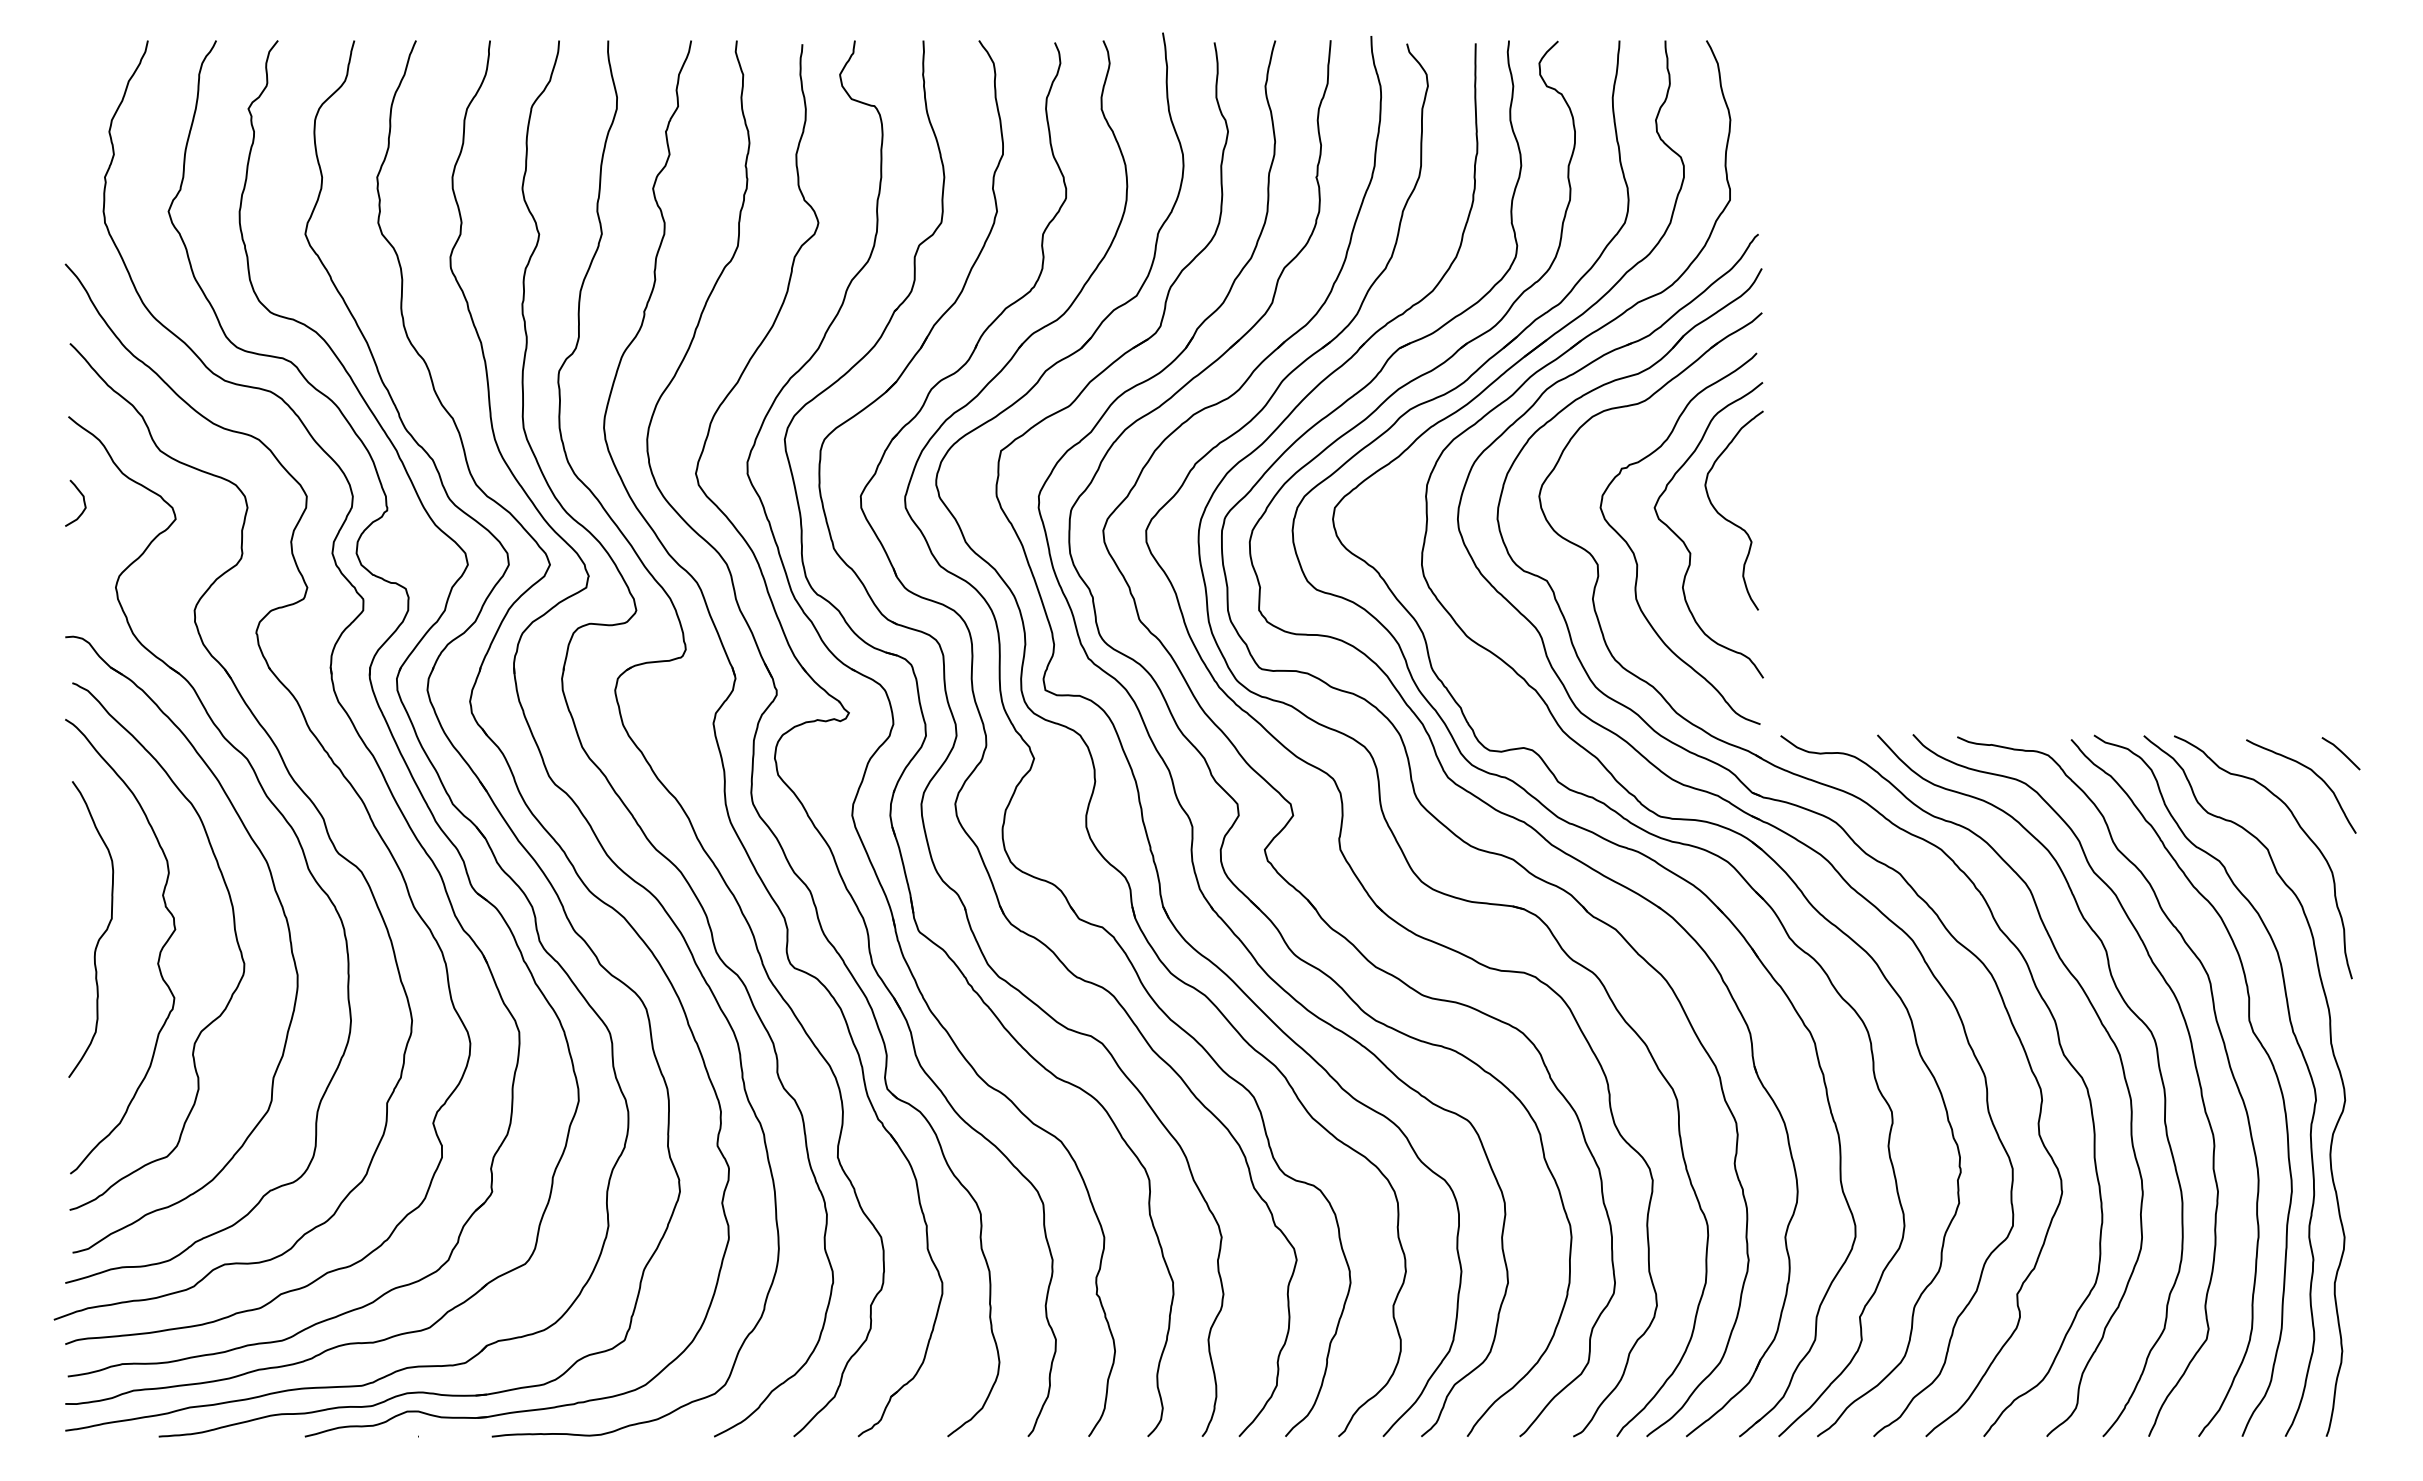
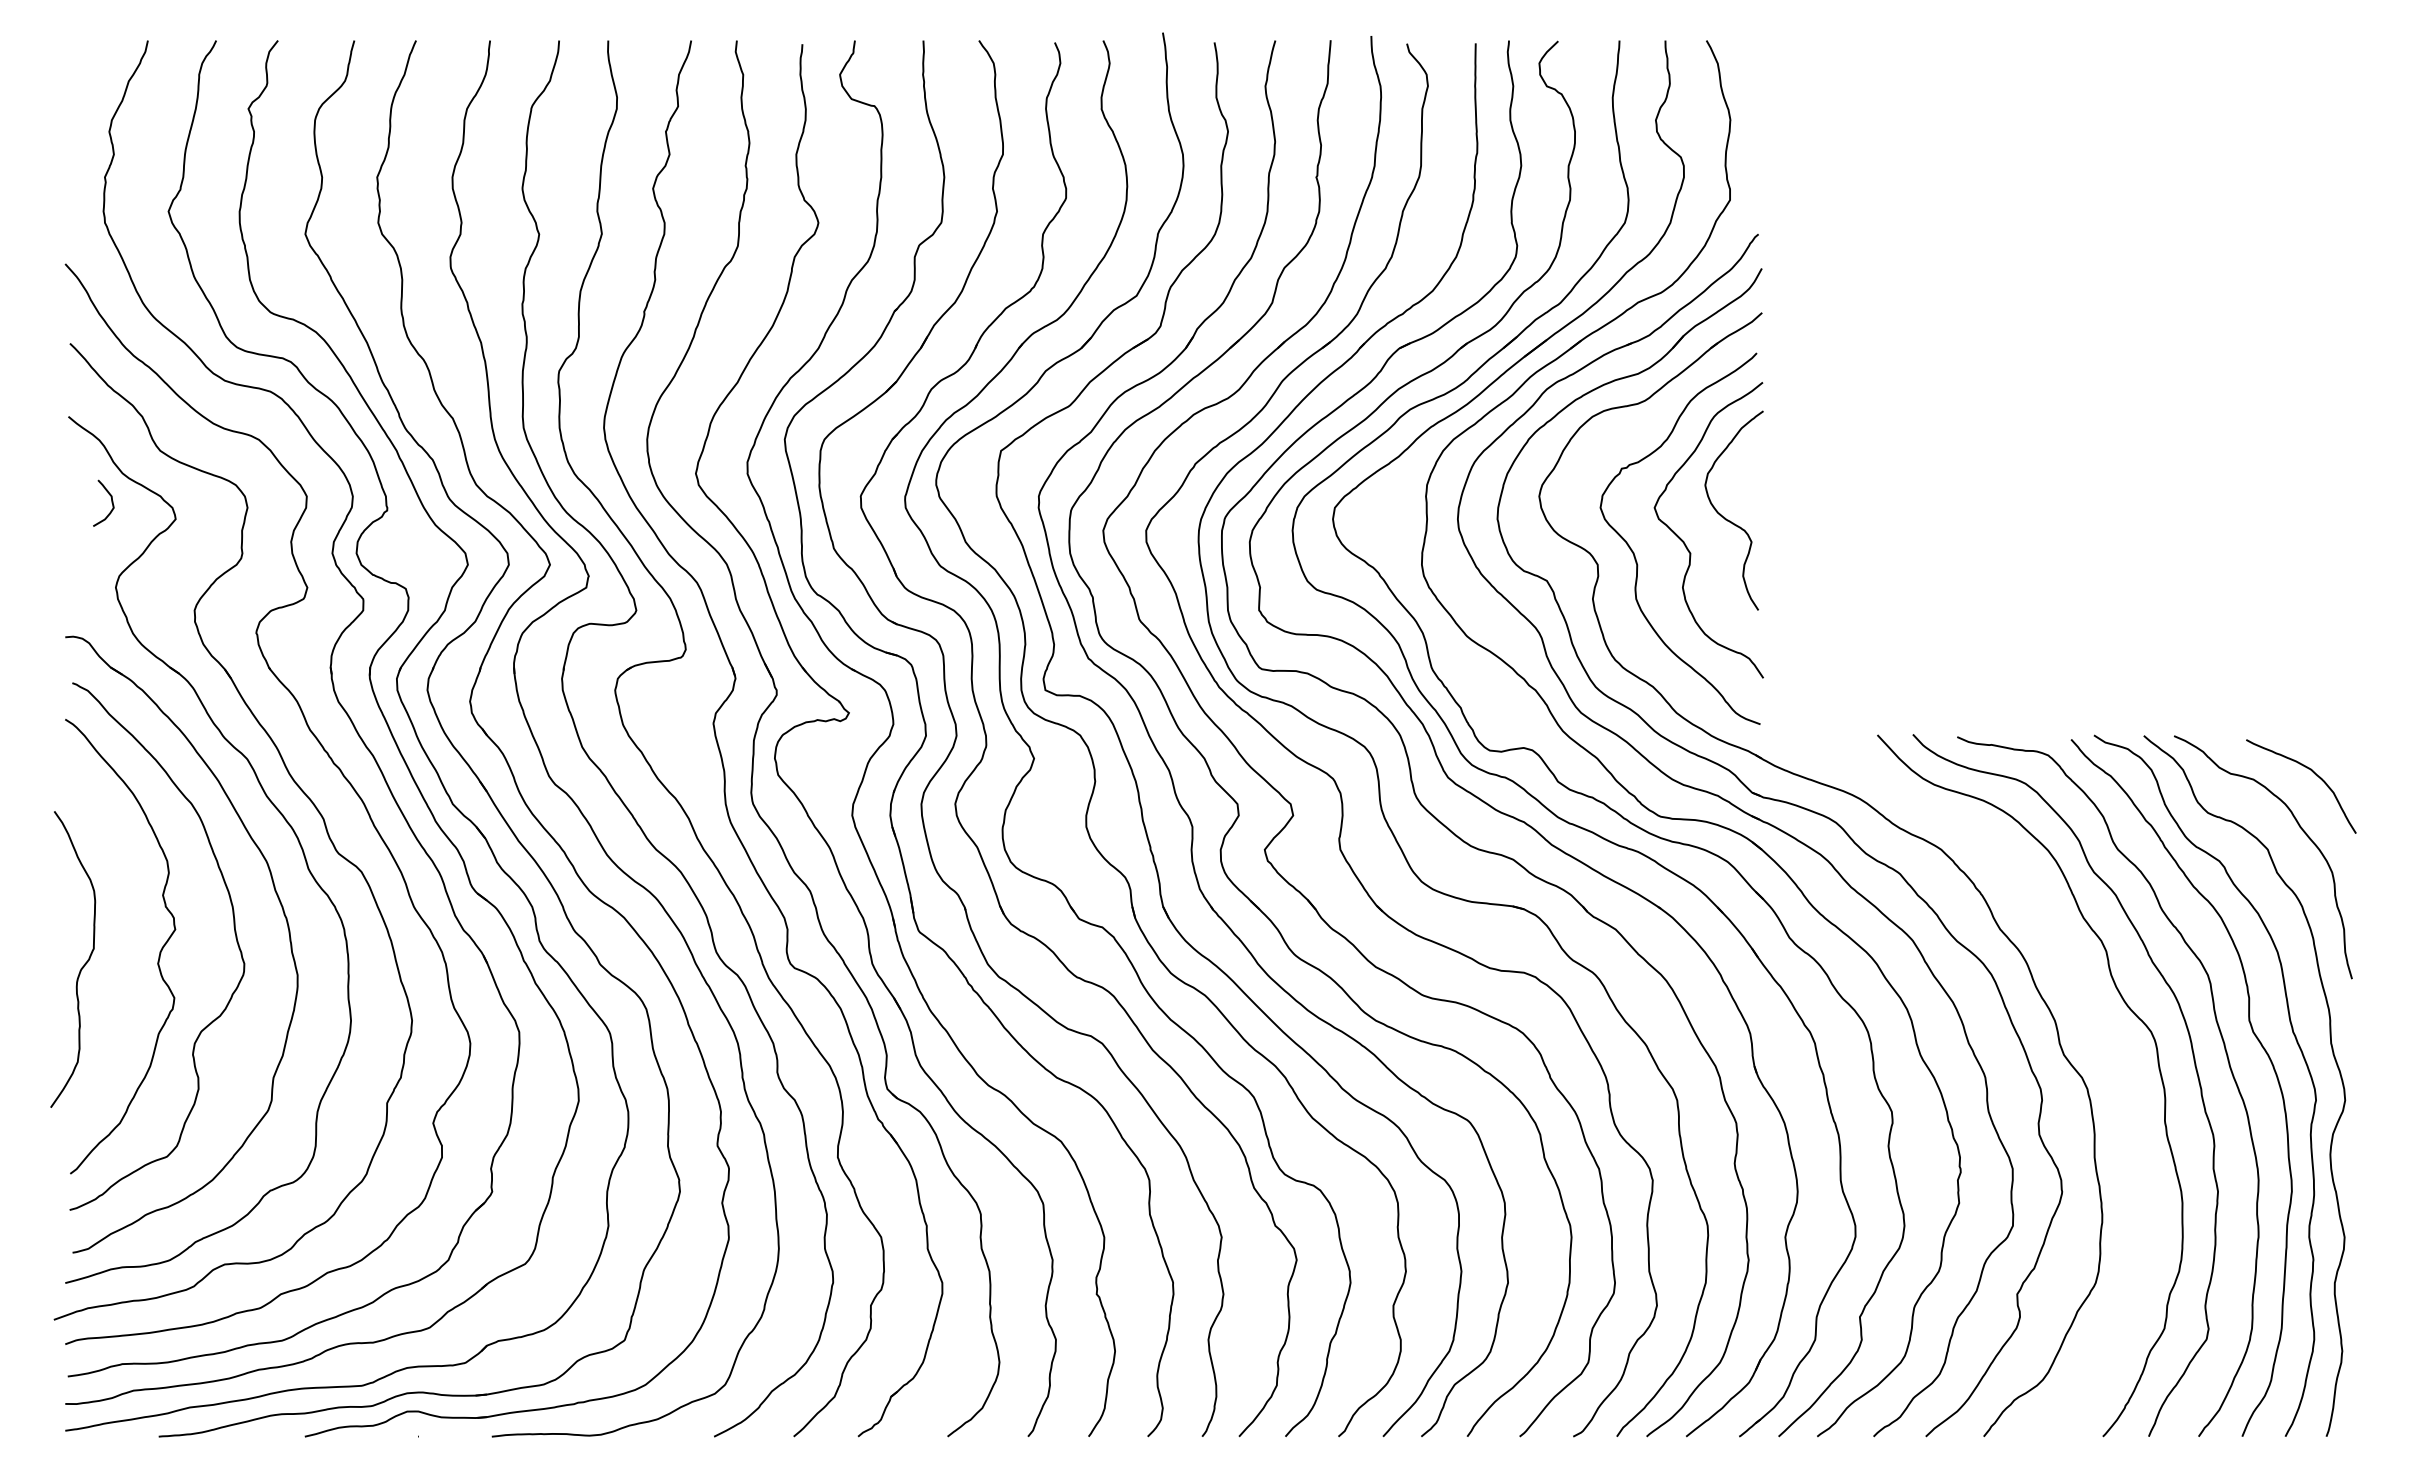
curve at (83, 502) position: (83, 502) -> (111, 502)
curve at (2340, 752): present -> none
curve at (99, 937) position: (99, 937) -> (81, 967)
curve at (2092, 1008): present -> none
